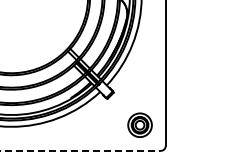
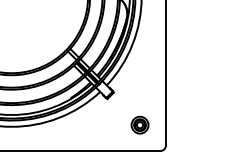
part at (139, 124) size: 26x26 px -> 20x20 px
line at (81, 150): dashed -> solid
